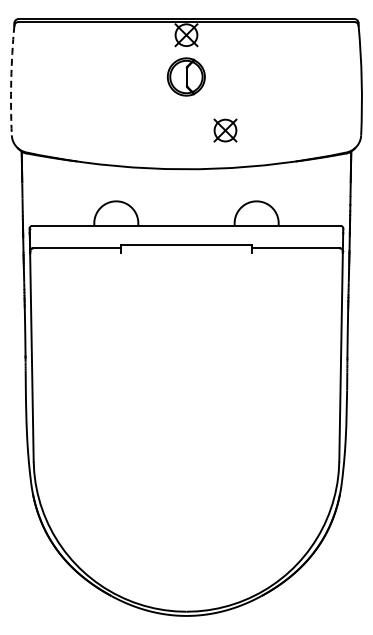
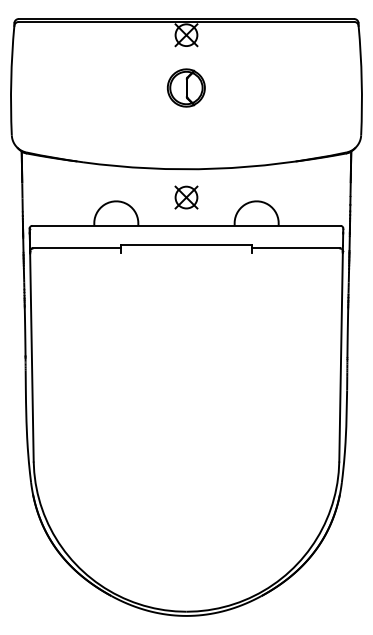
part at (186, 76) position: (186, 76) -> (186, 87)
arc at (11, 80): dashed -> solid
part at (225, 130) position: (225, 130) -> (186, 197)
